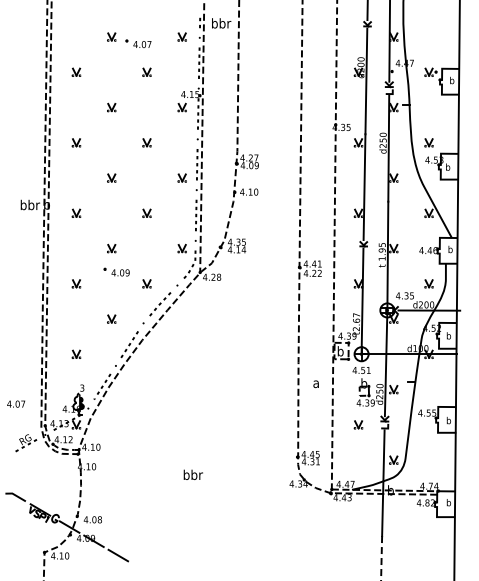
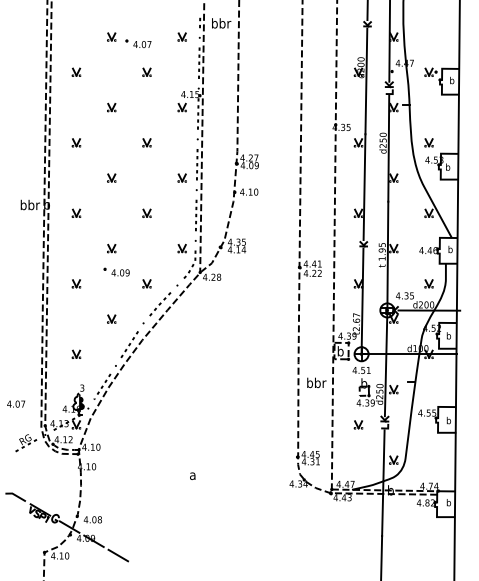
text at (316, 382): a -> bbr
text at (193, 474): bbr -> a
line at (381, 559): dashed -> solid
